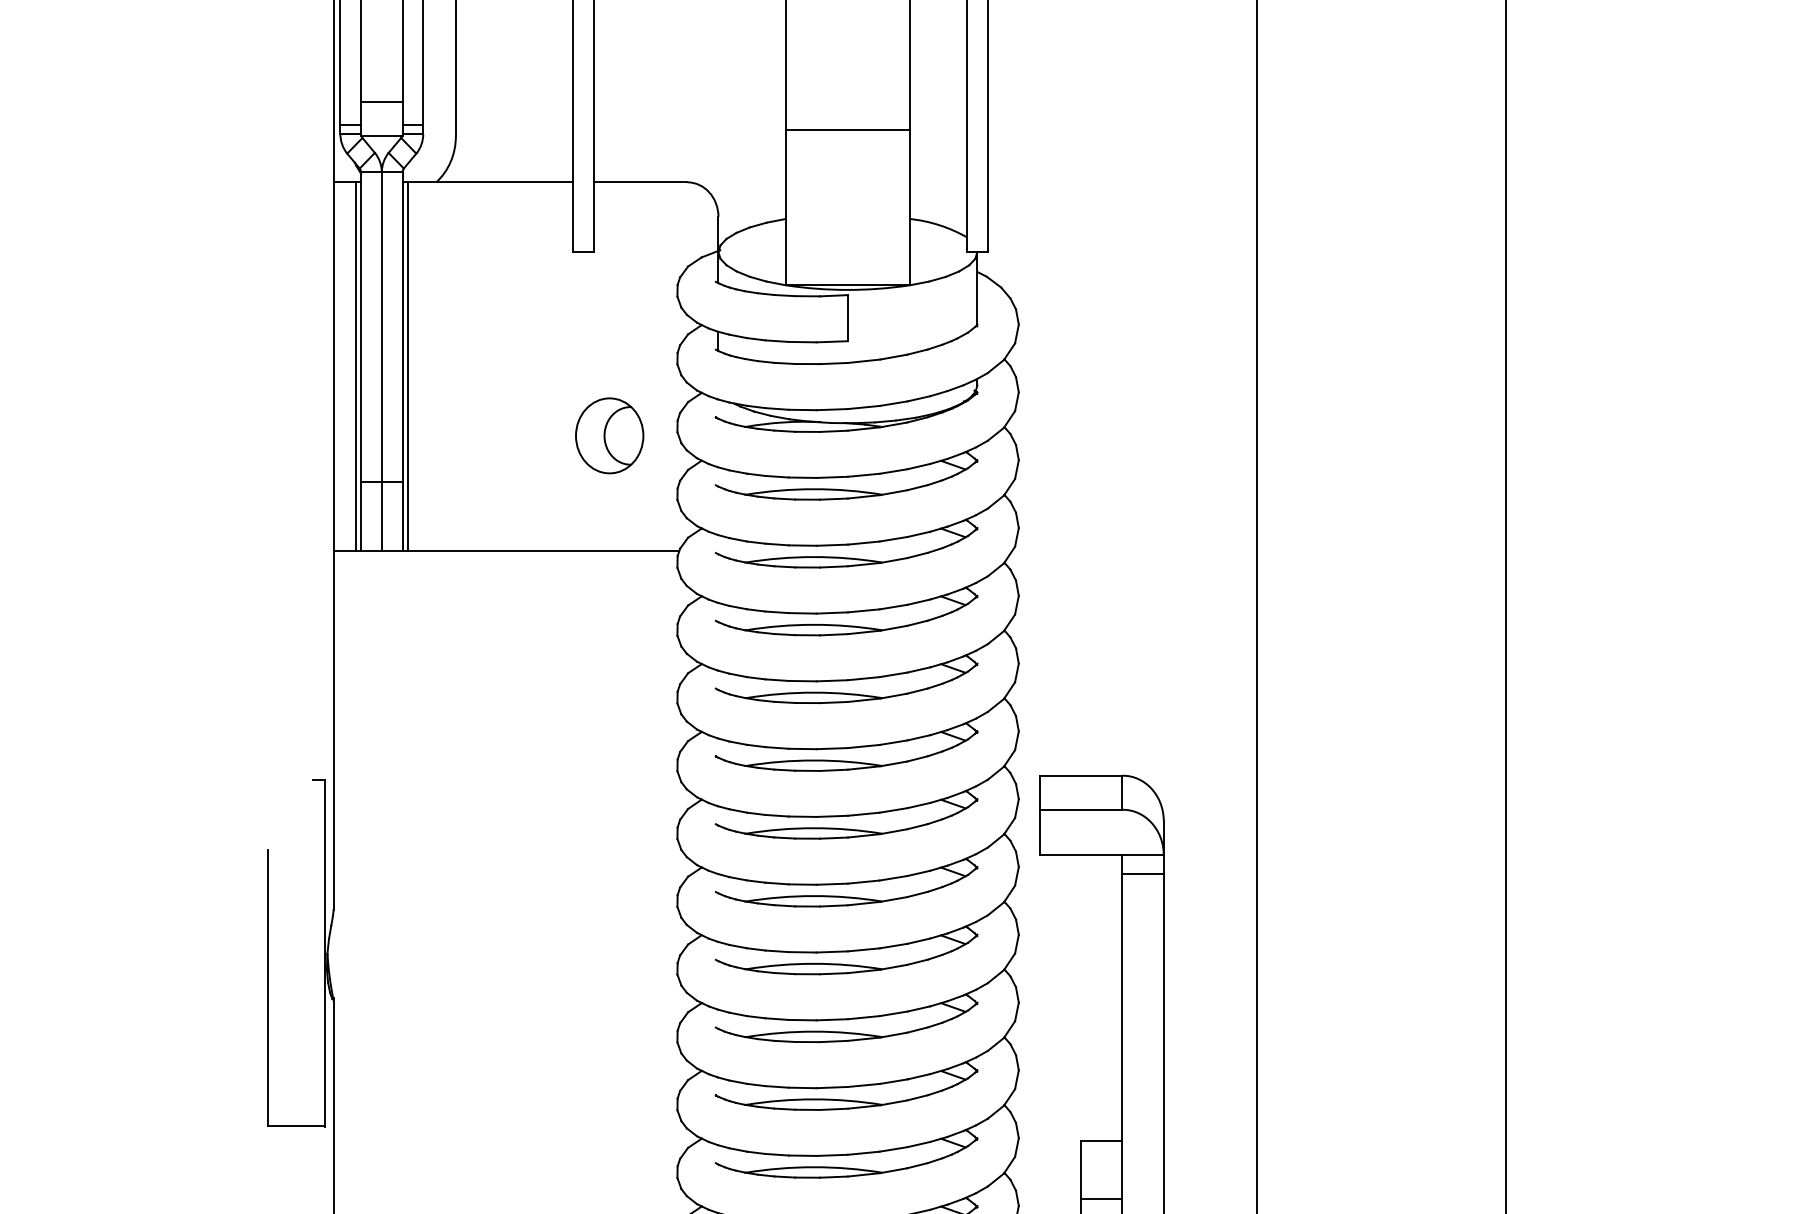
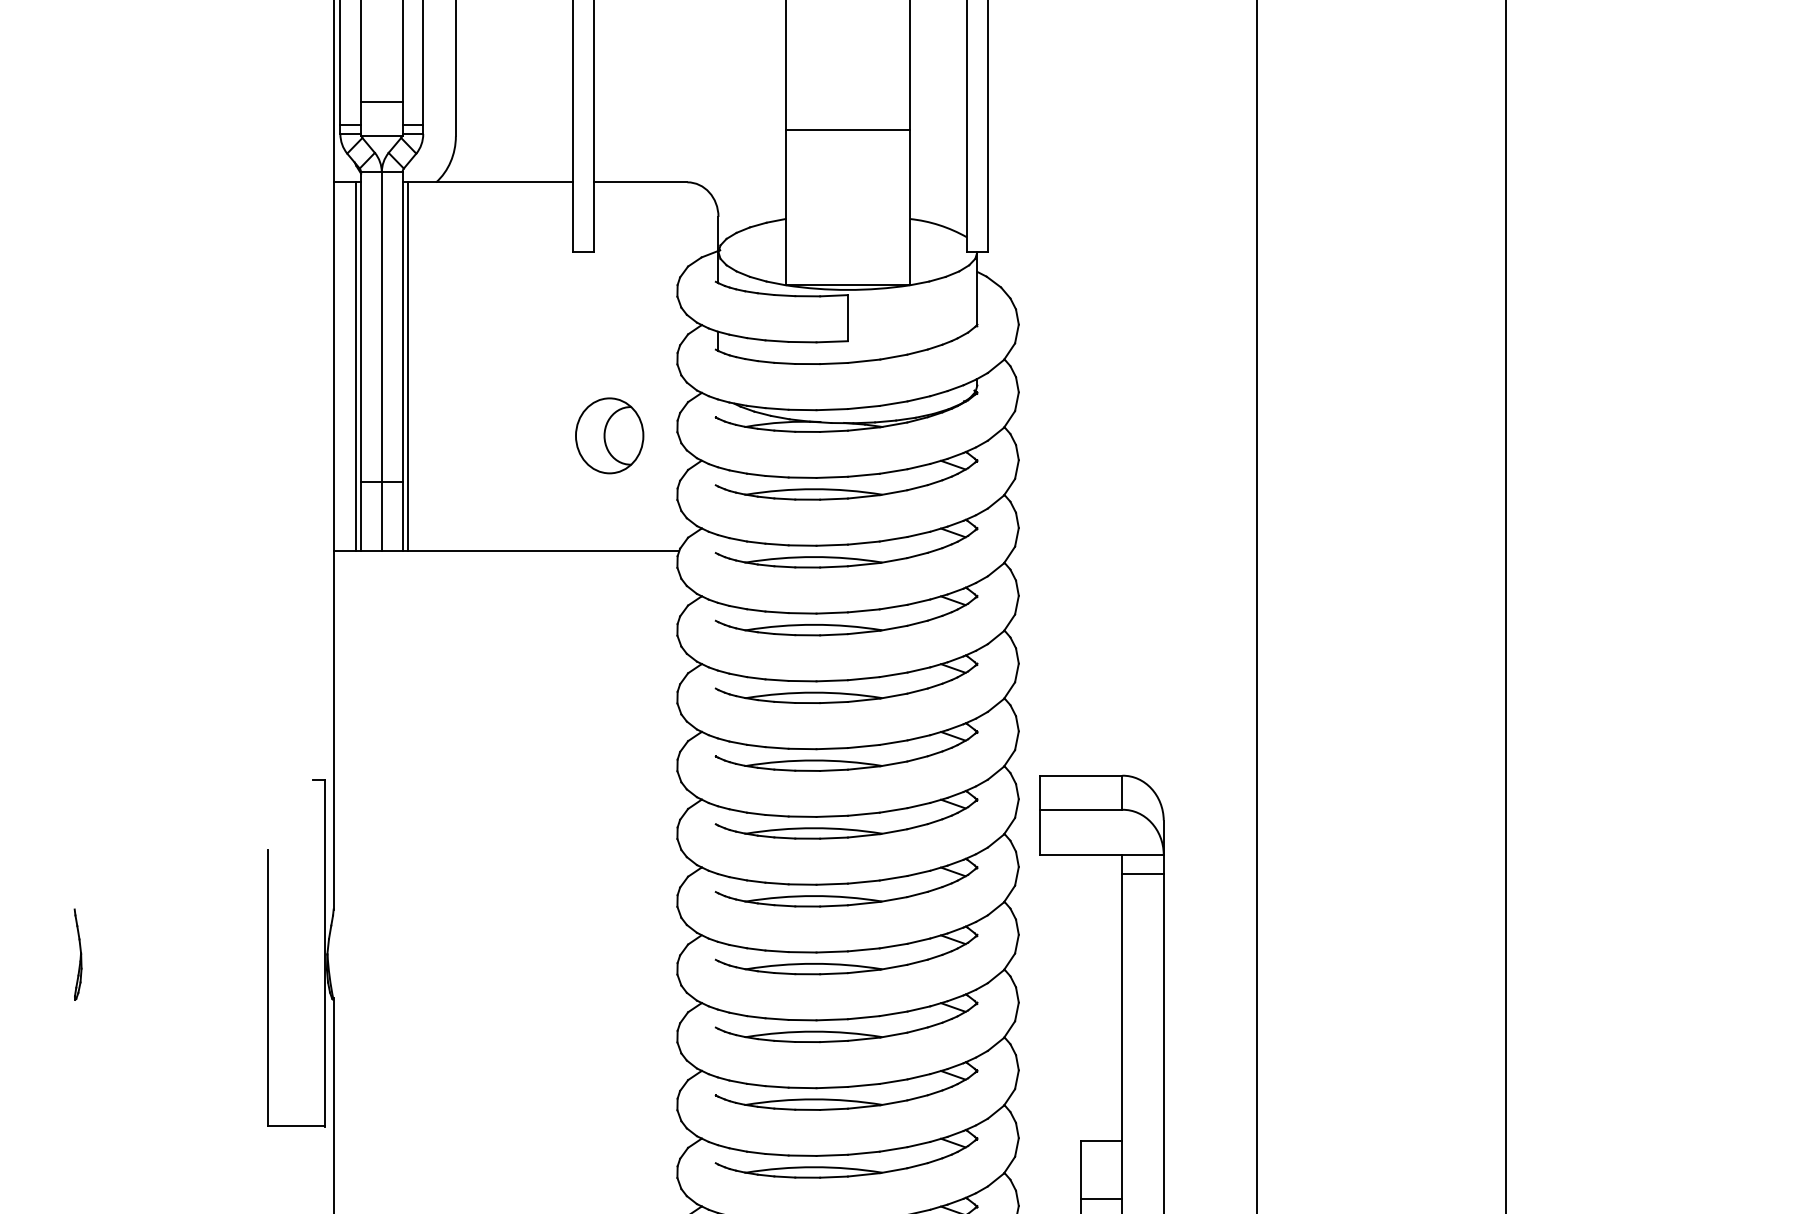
part at (77, 954): none -> present
